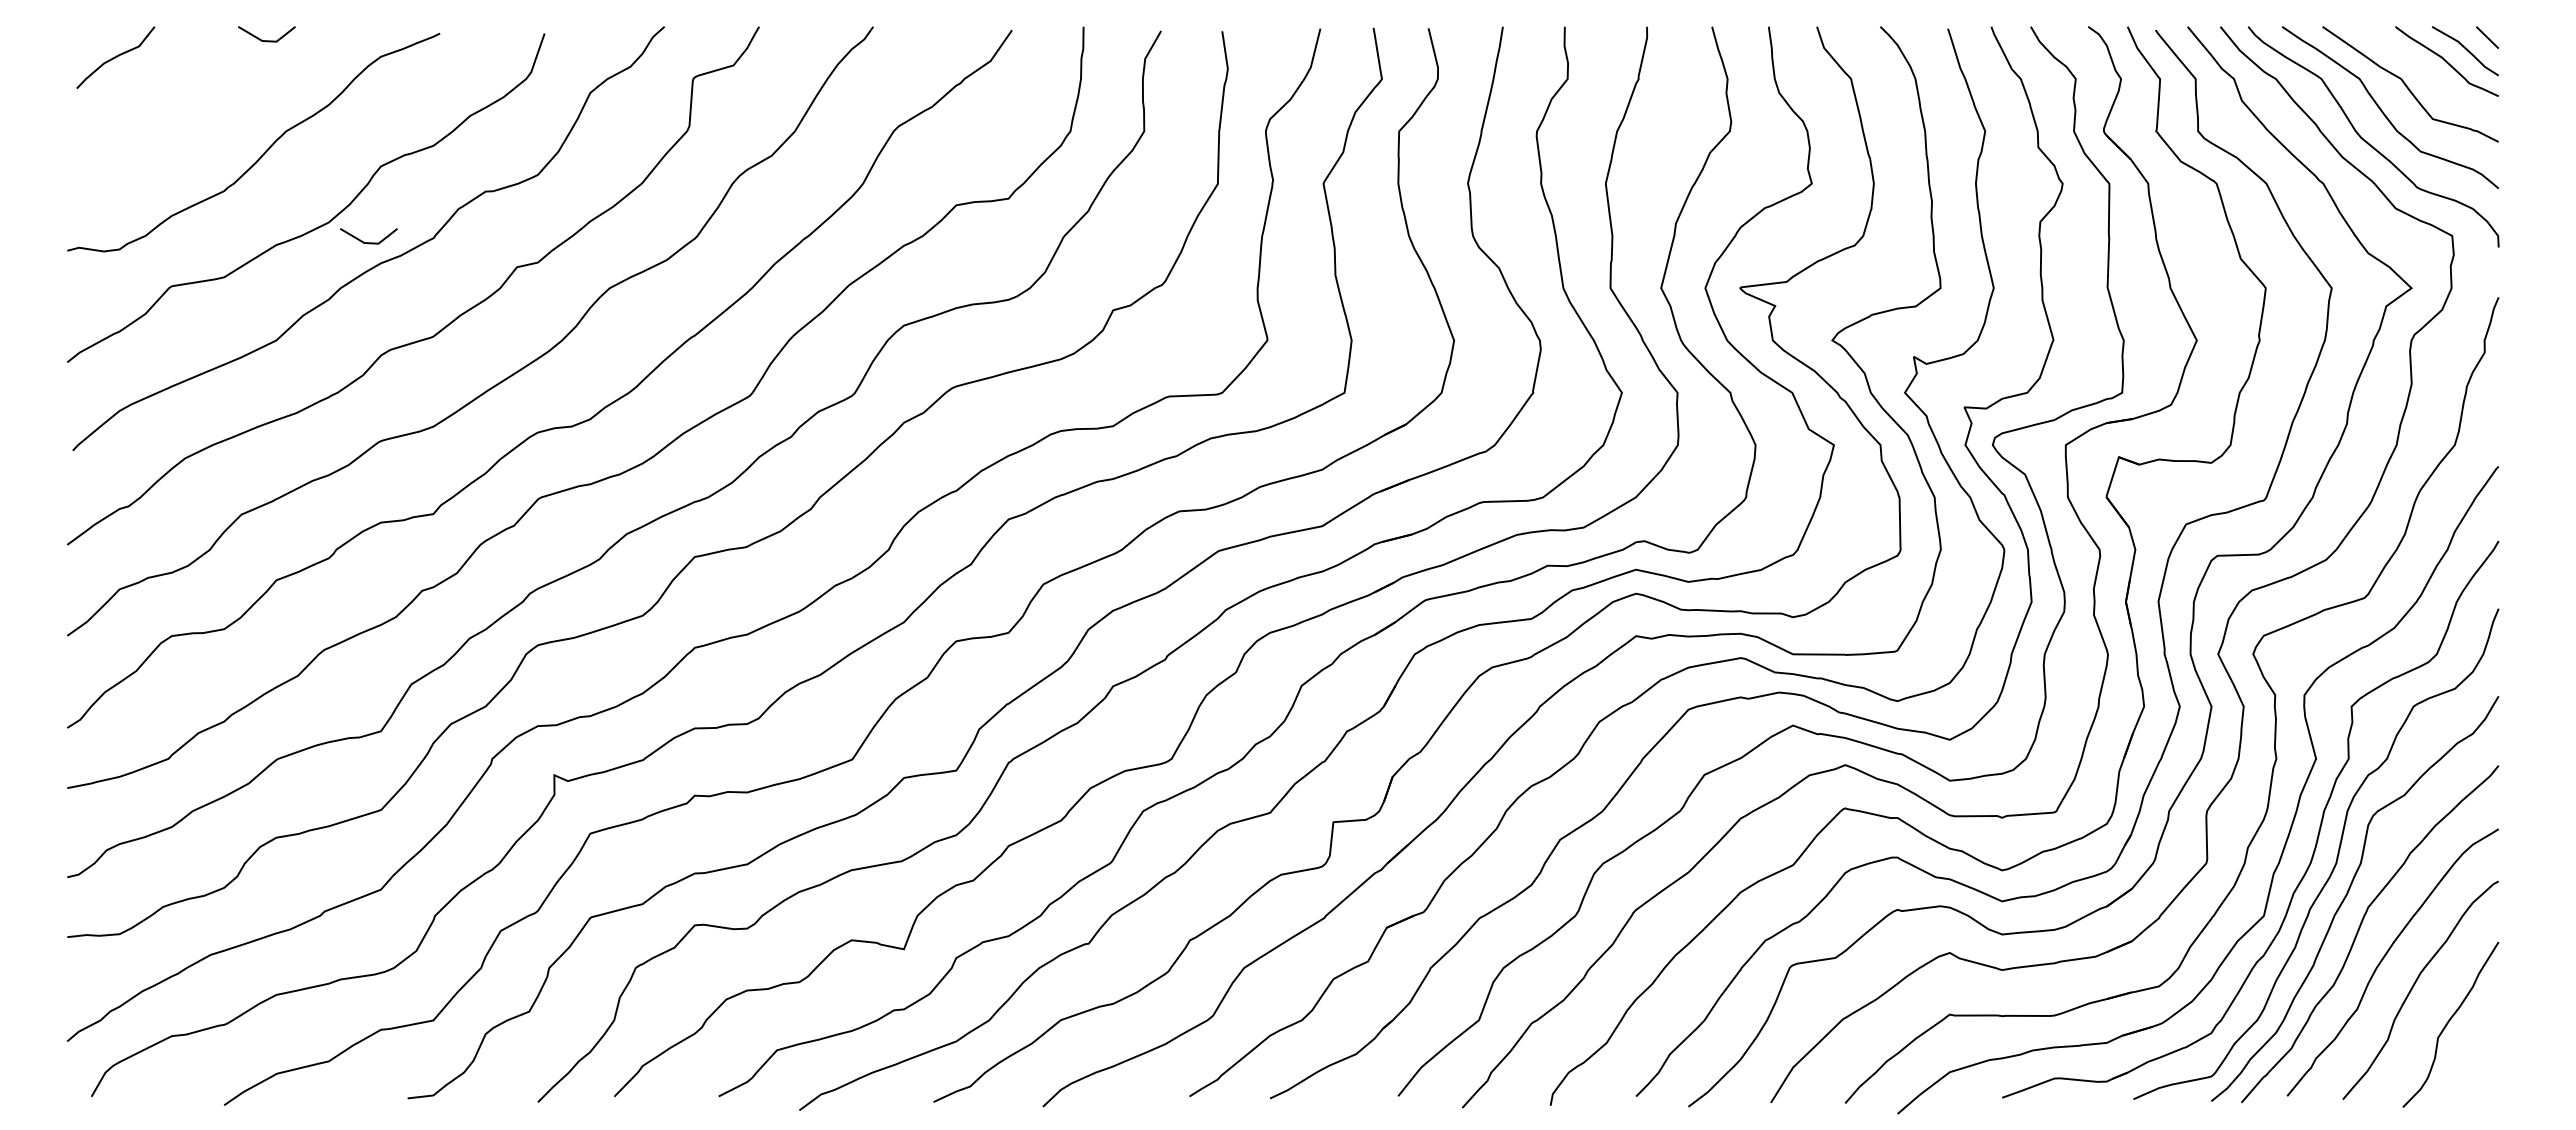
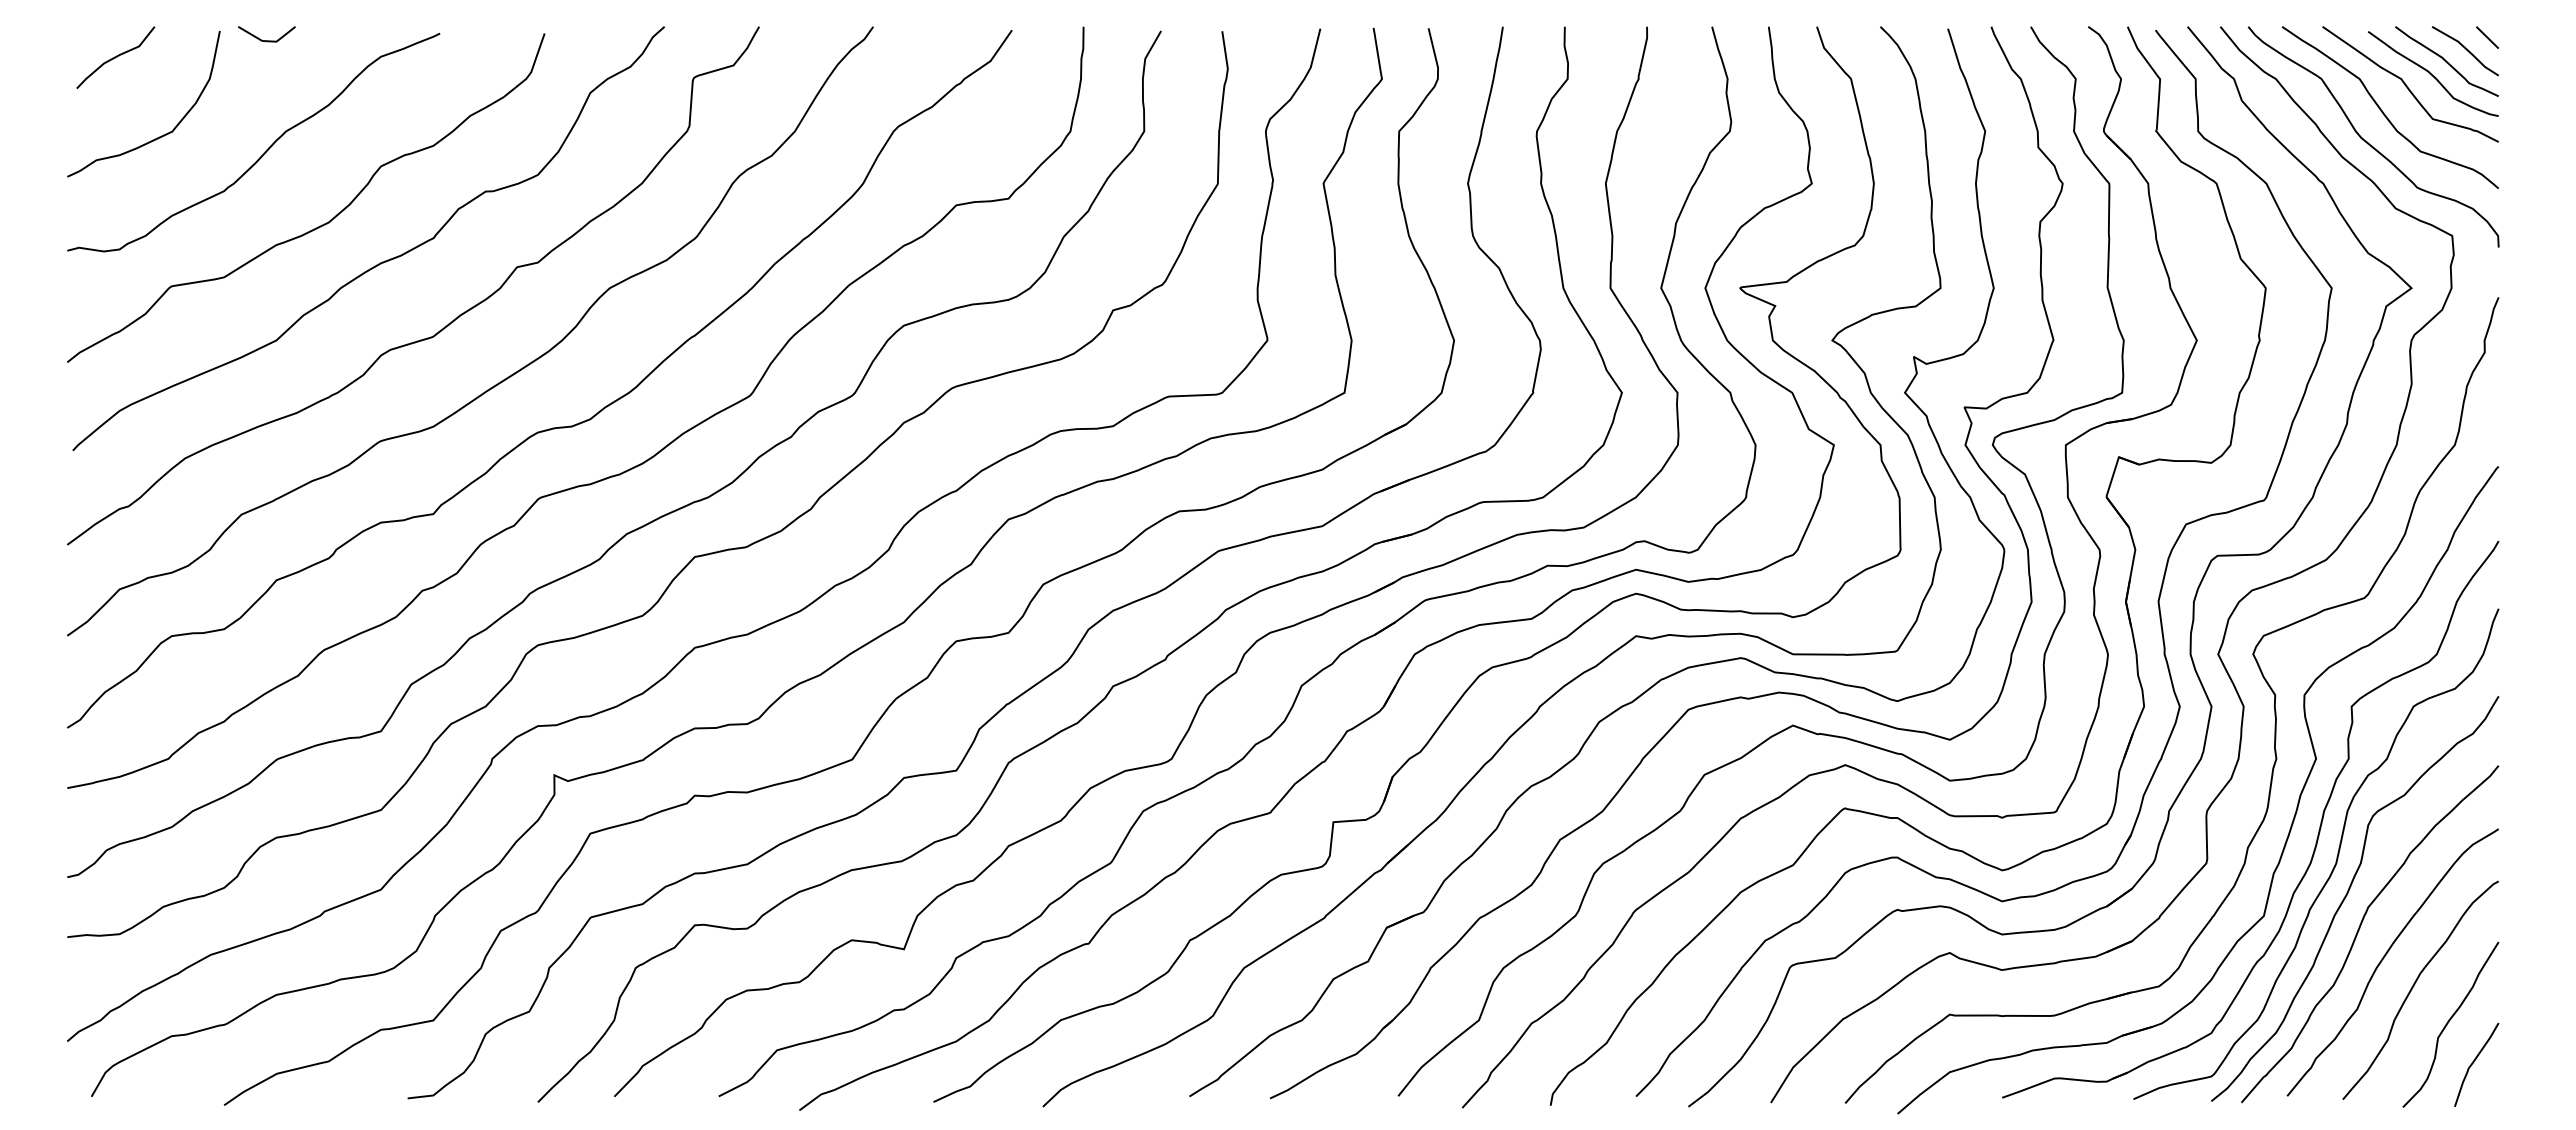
curve at (2432, 74): none -> present
curve at (159, 136): none -> present
line at (368, 242): present -> none
curve at (2474, 1062): none -> present
